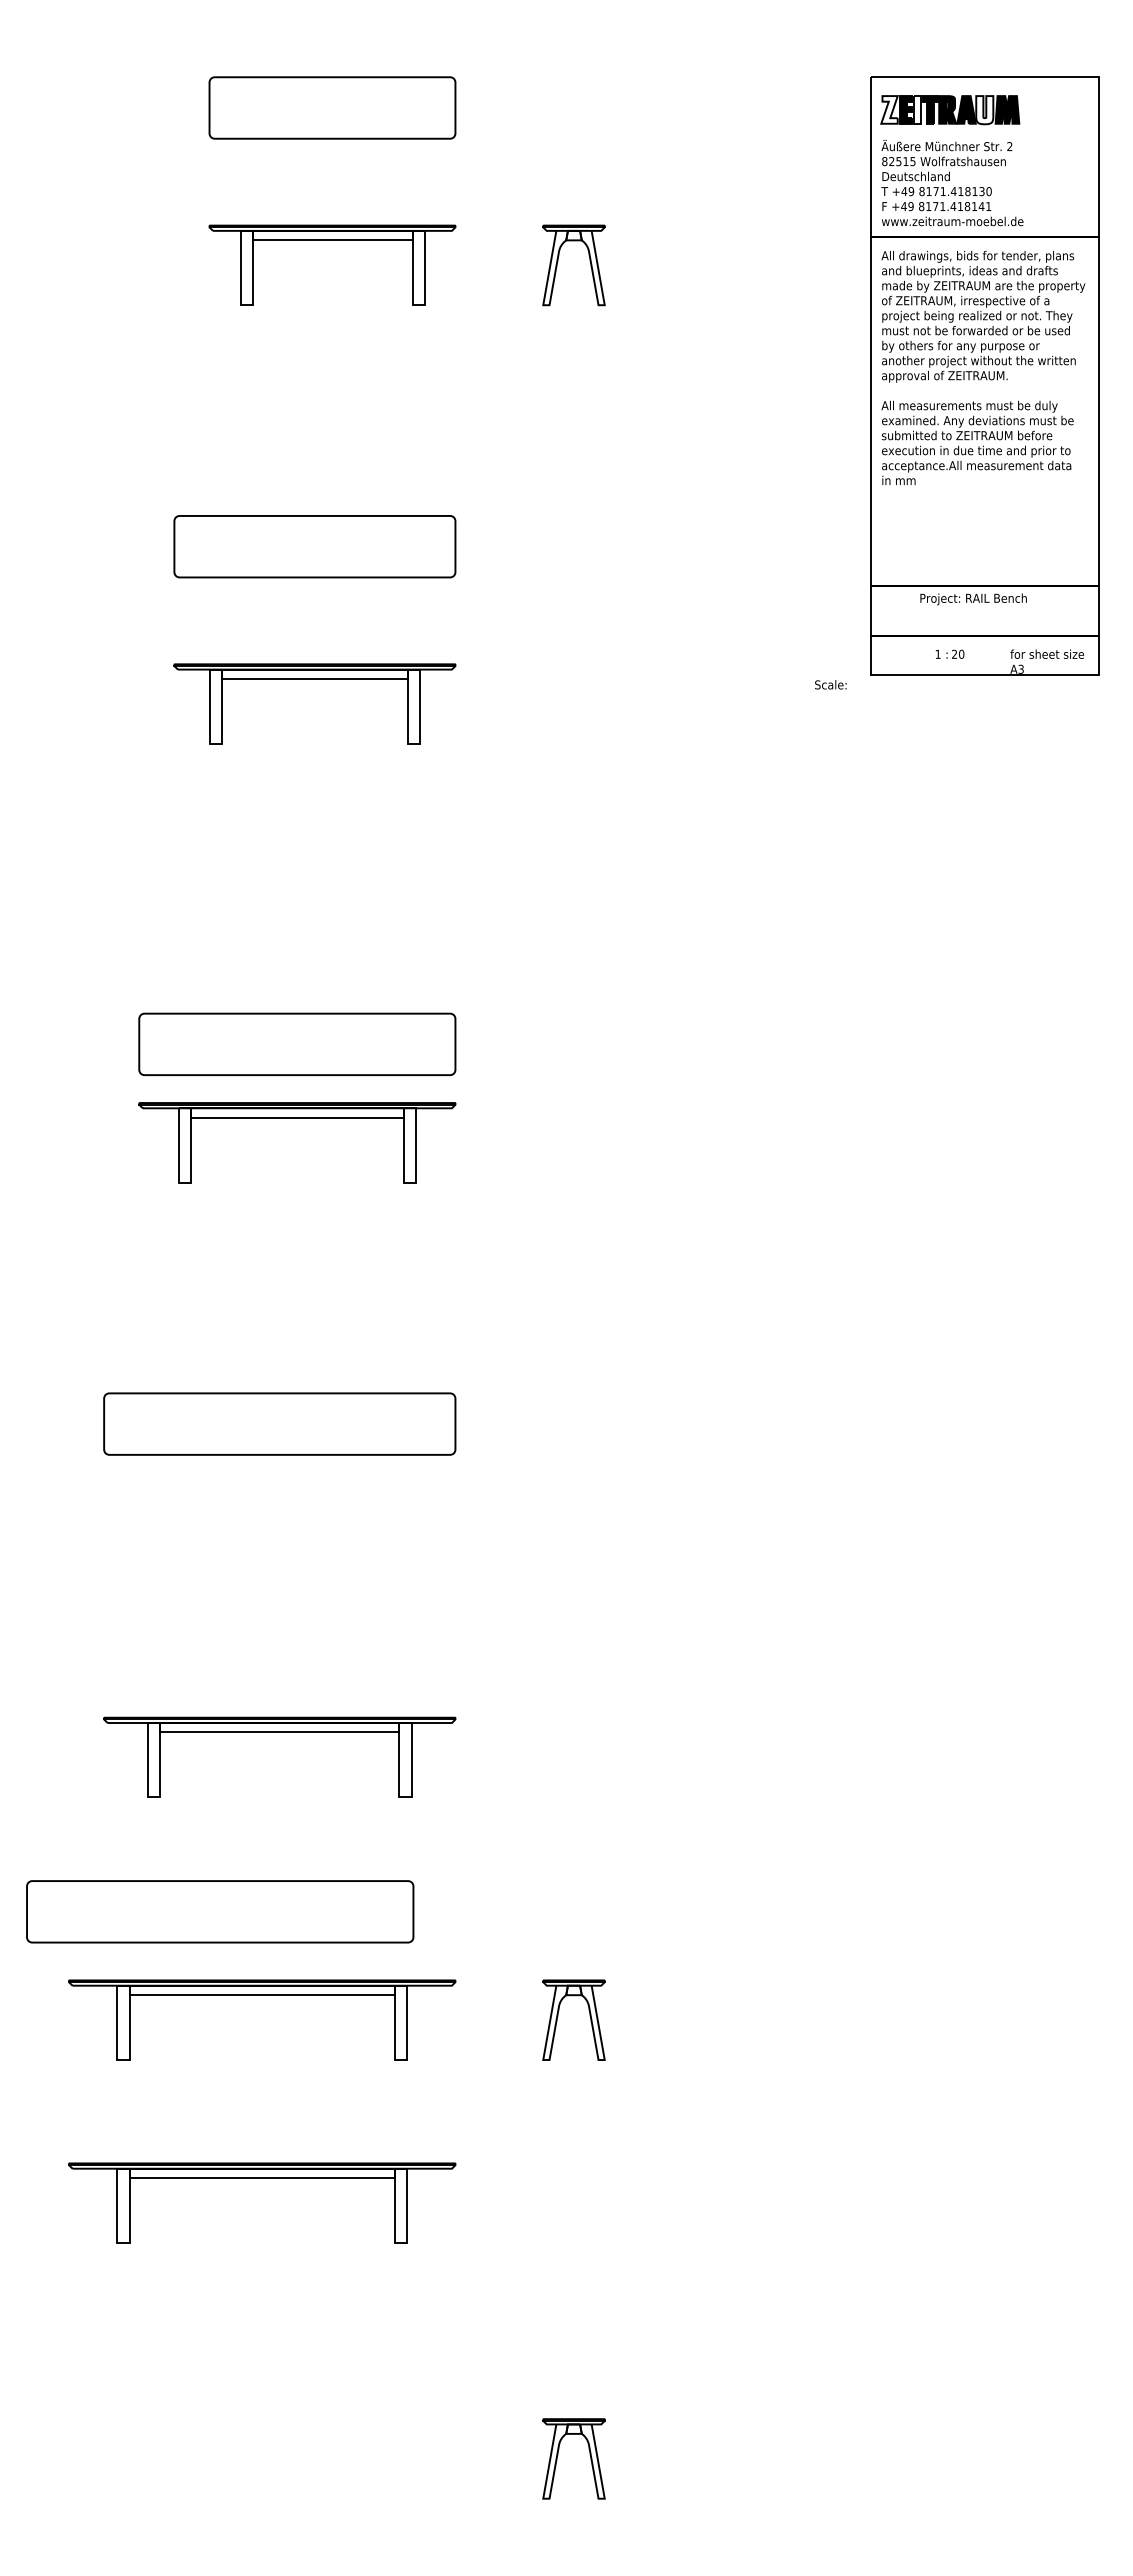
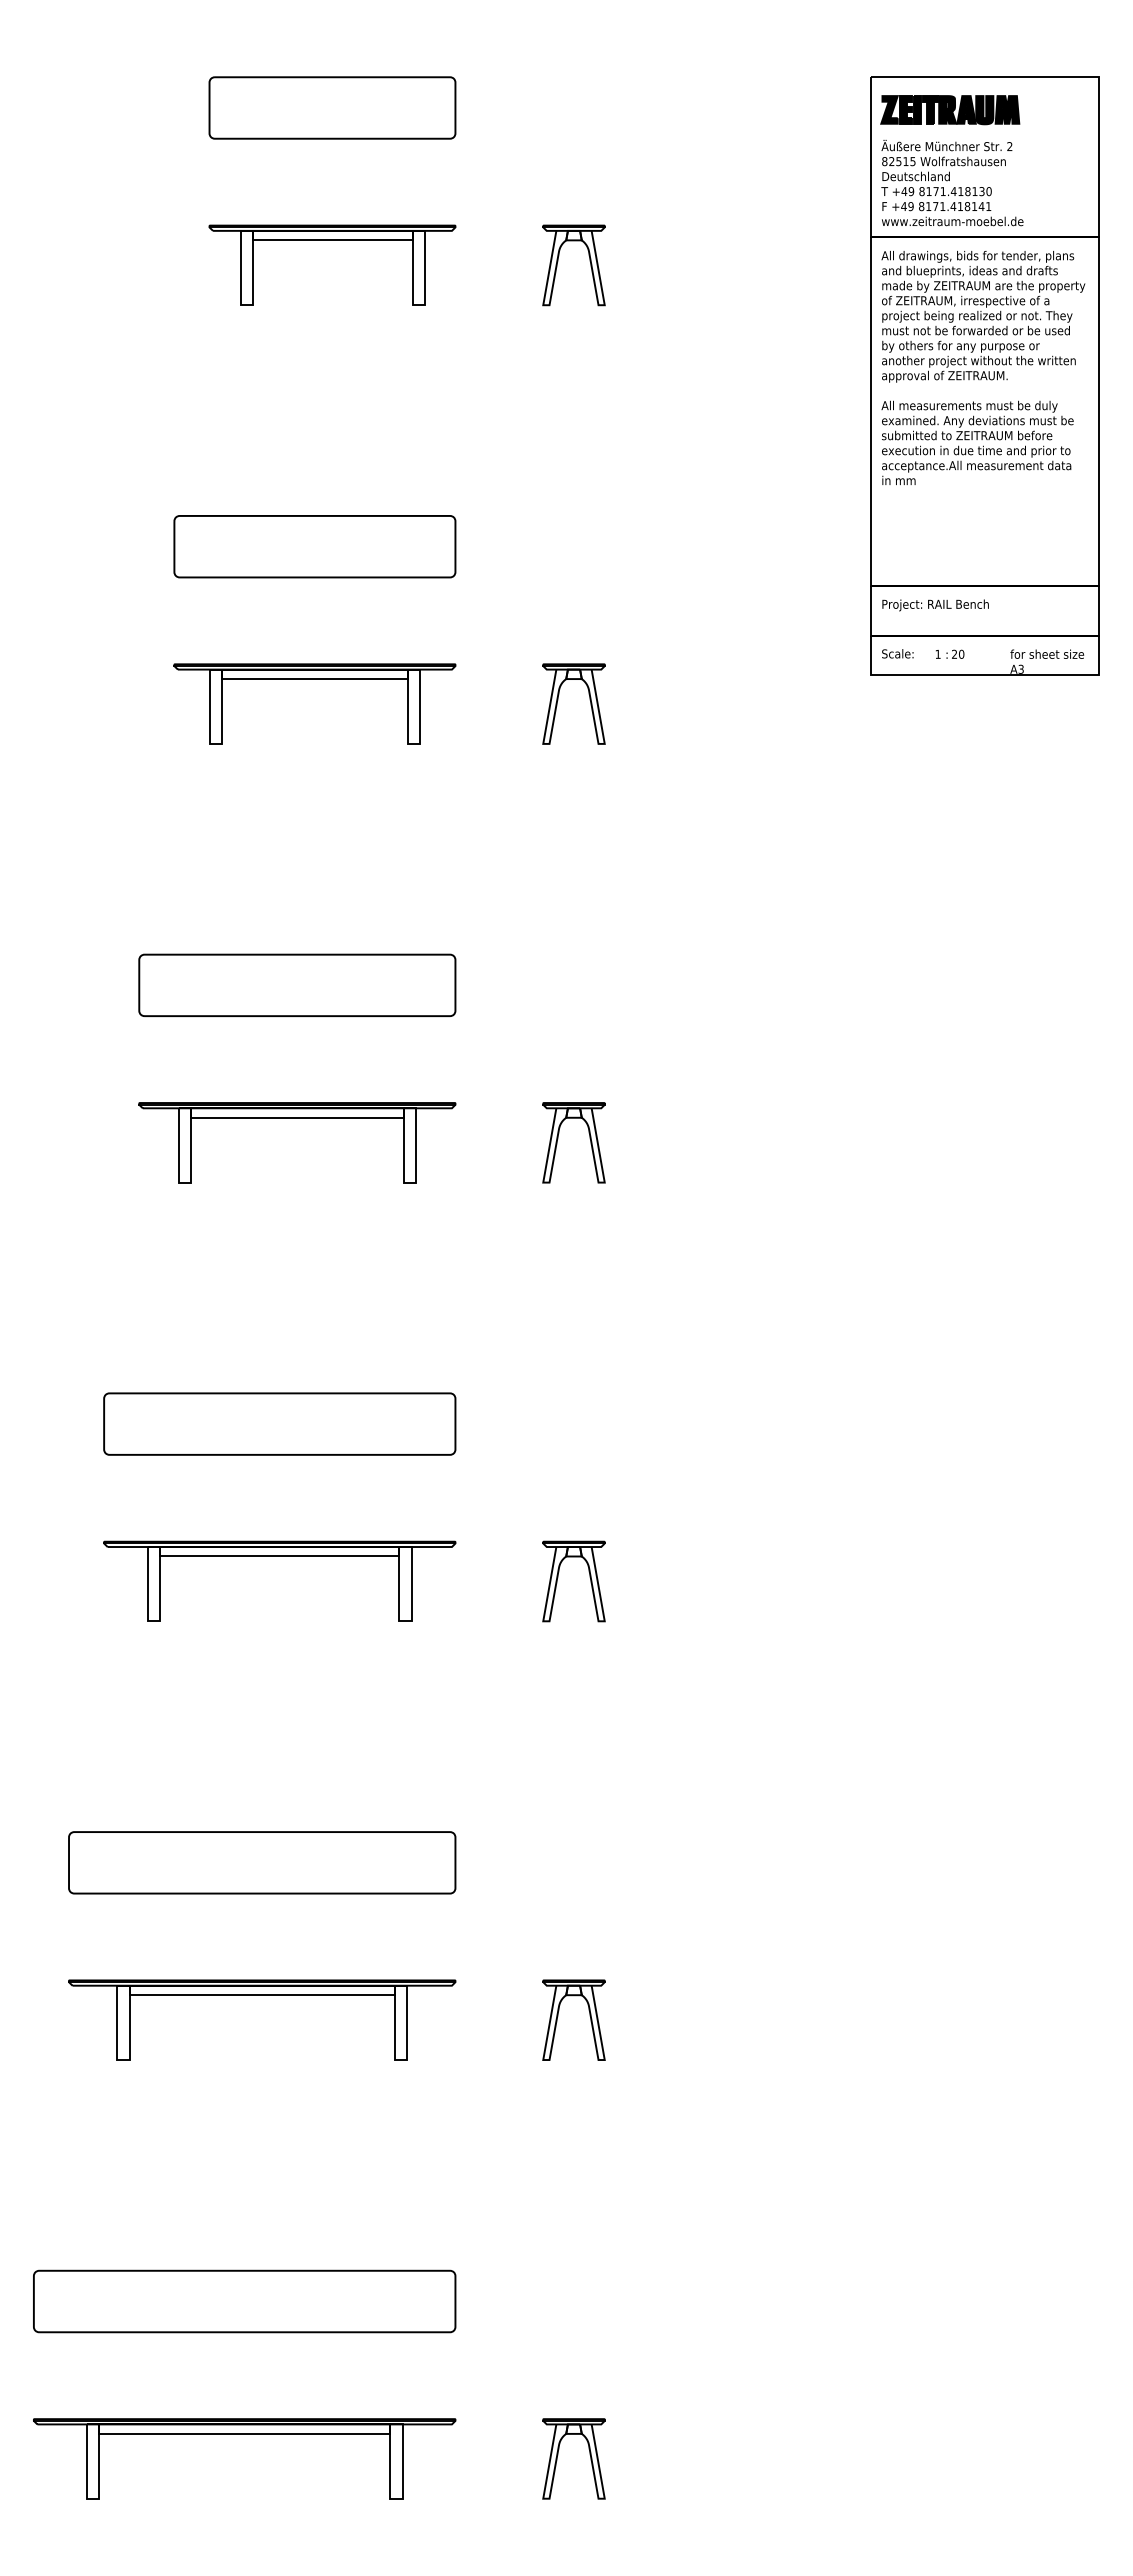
fill at (889, 109): none -> present
fill at (917, 109): none -> present
fill at (984, 110): none -> present
text at (973, 599) position: (973, 599) -> (935, 605)
text at (830, 684) position: (830, 684) -> (897, 653)
part at (558, 700): none -> present
part at (297, 1043) position: (297, 1043) -> (297, 984)
part at (558, 1139): none -> present
part at (558, 1577): none -> present
part at (279, 1732) position: (279, 1732) -> (279, 1556)
part at (220, 1911) position: (220, 1911) -> (262, 1862)
part at (262, 2178): present -> none
part at (244, 2301): none -> present
part at (244, 2434): none -> present
